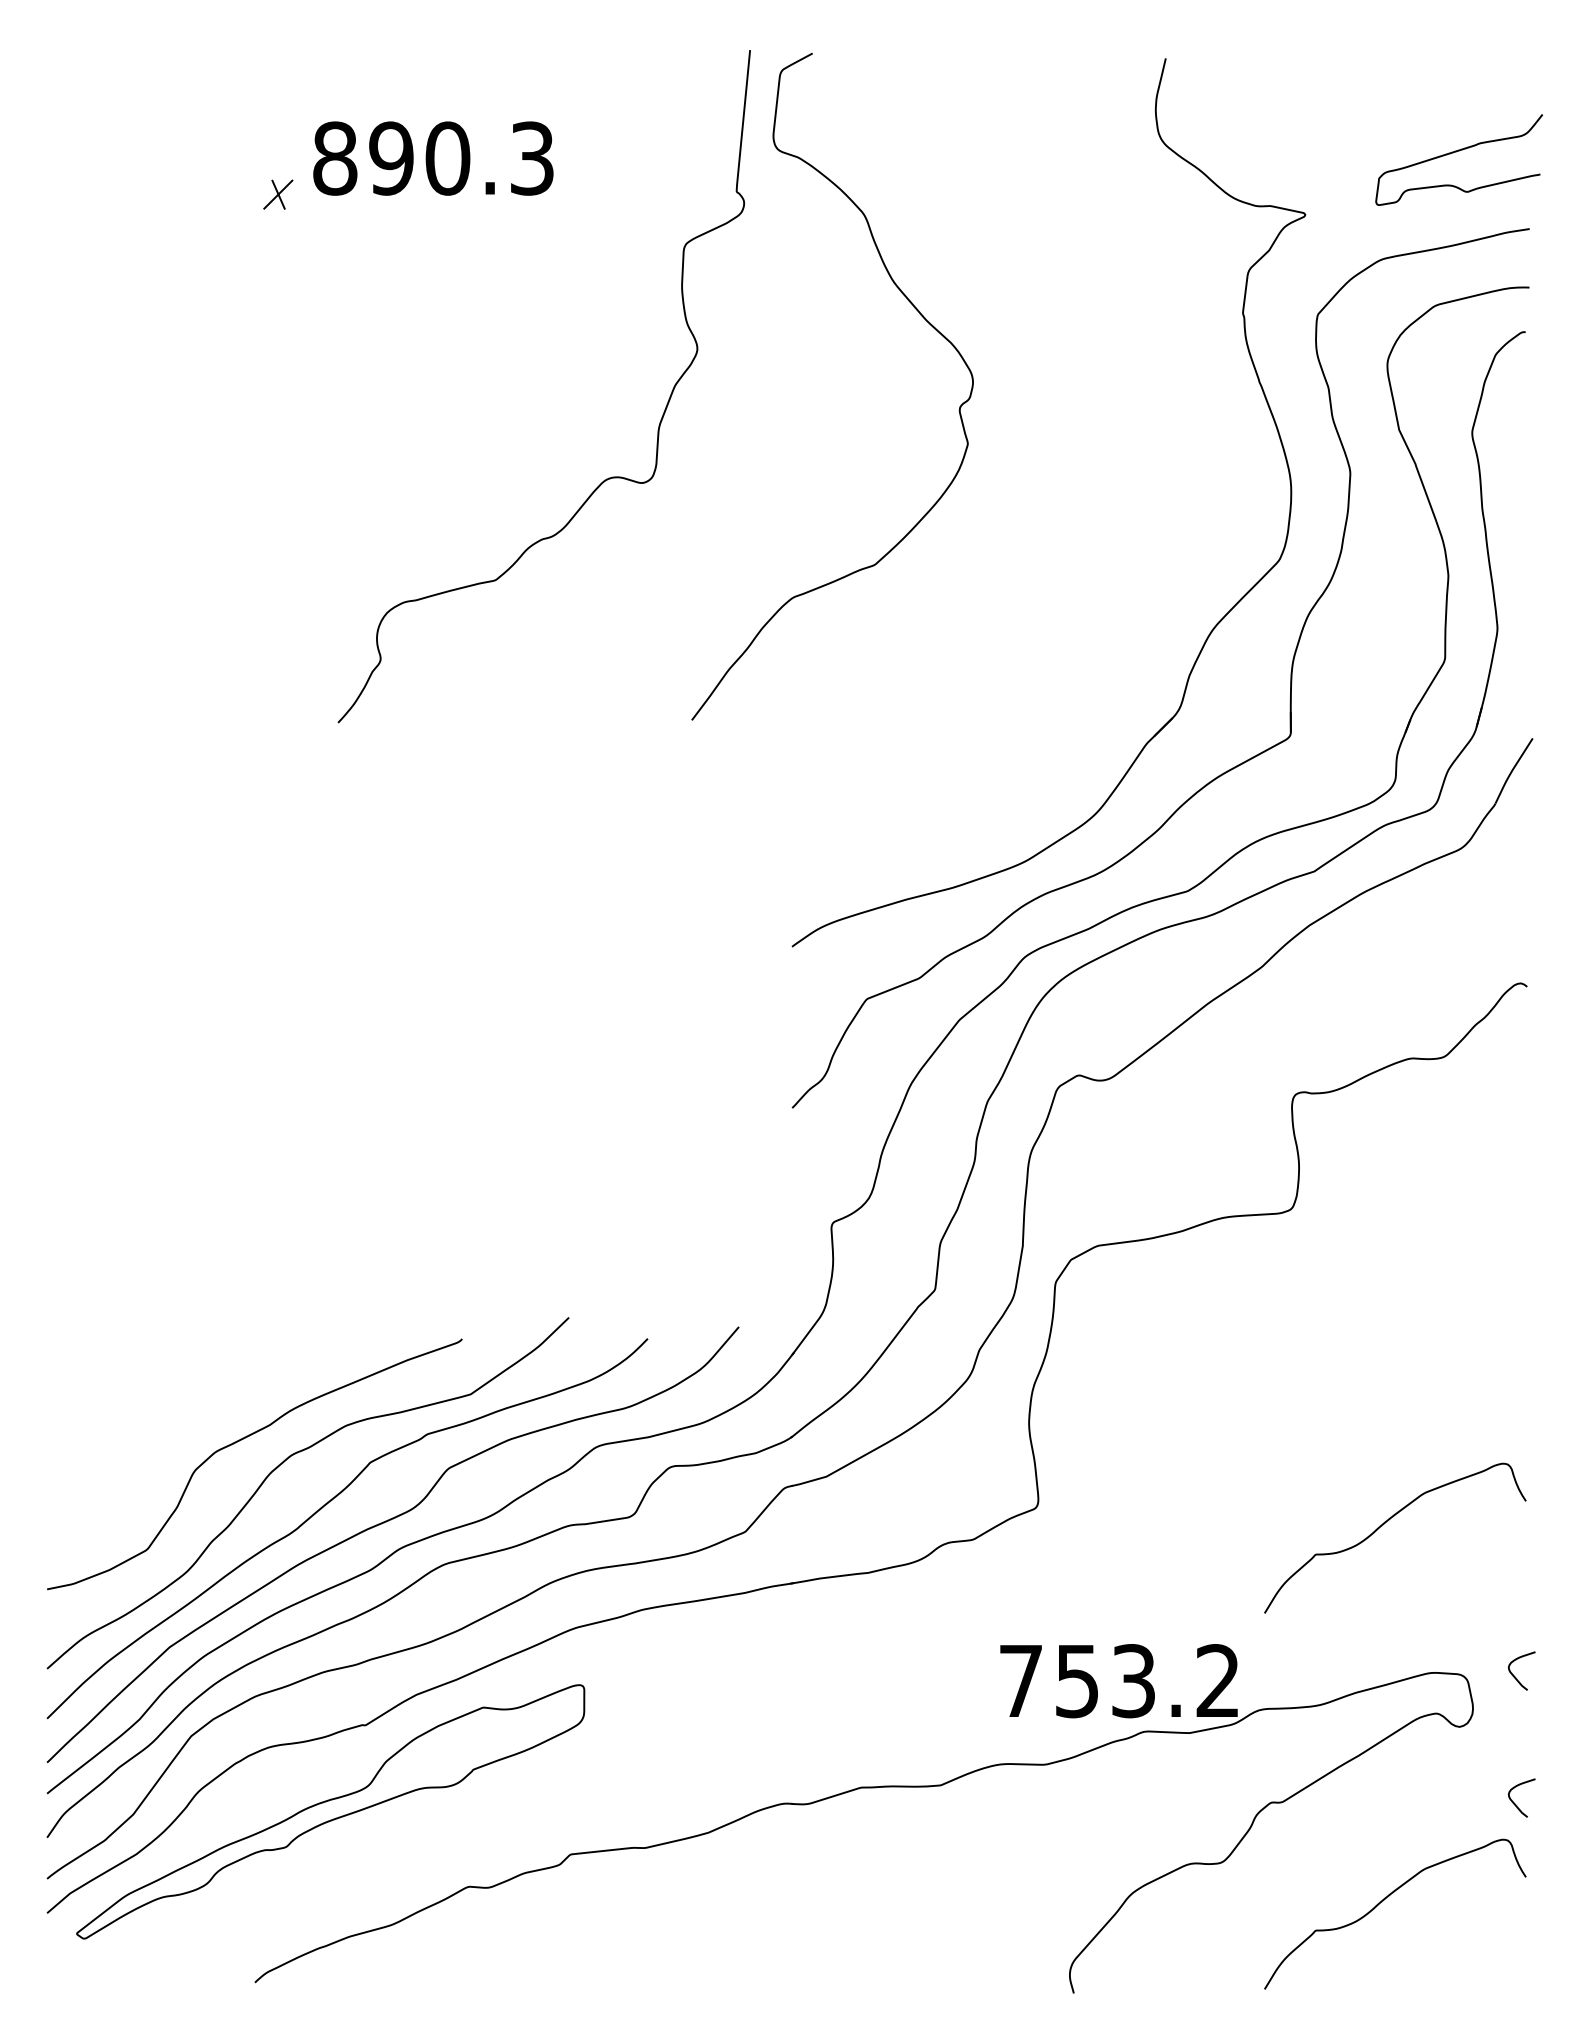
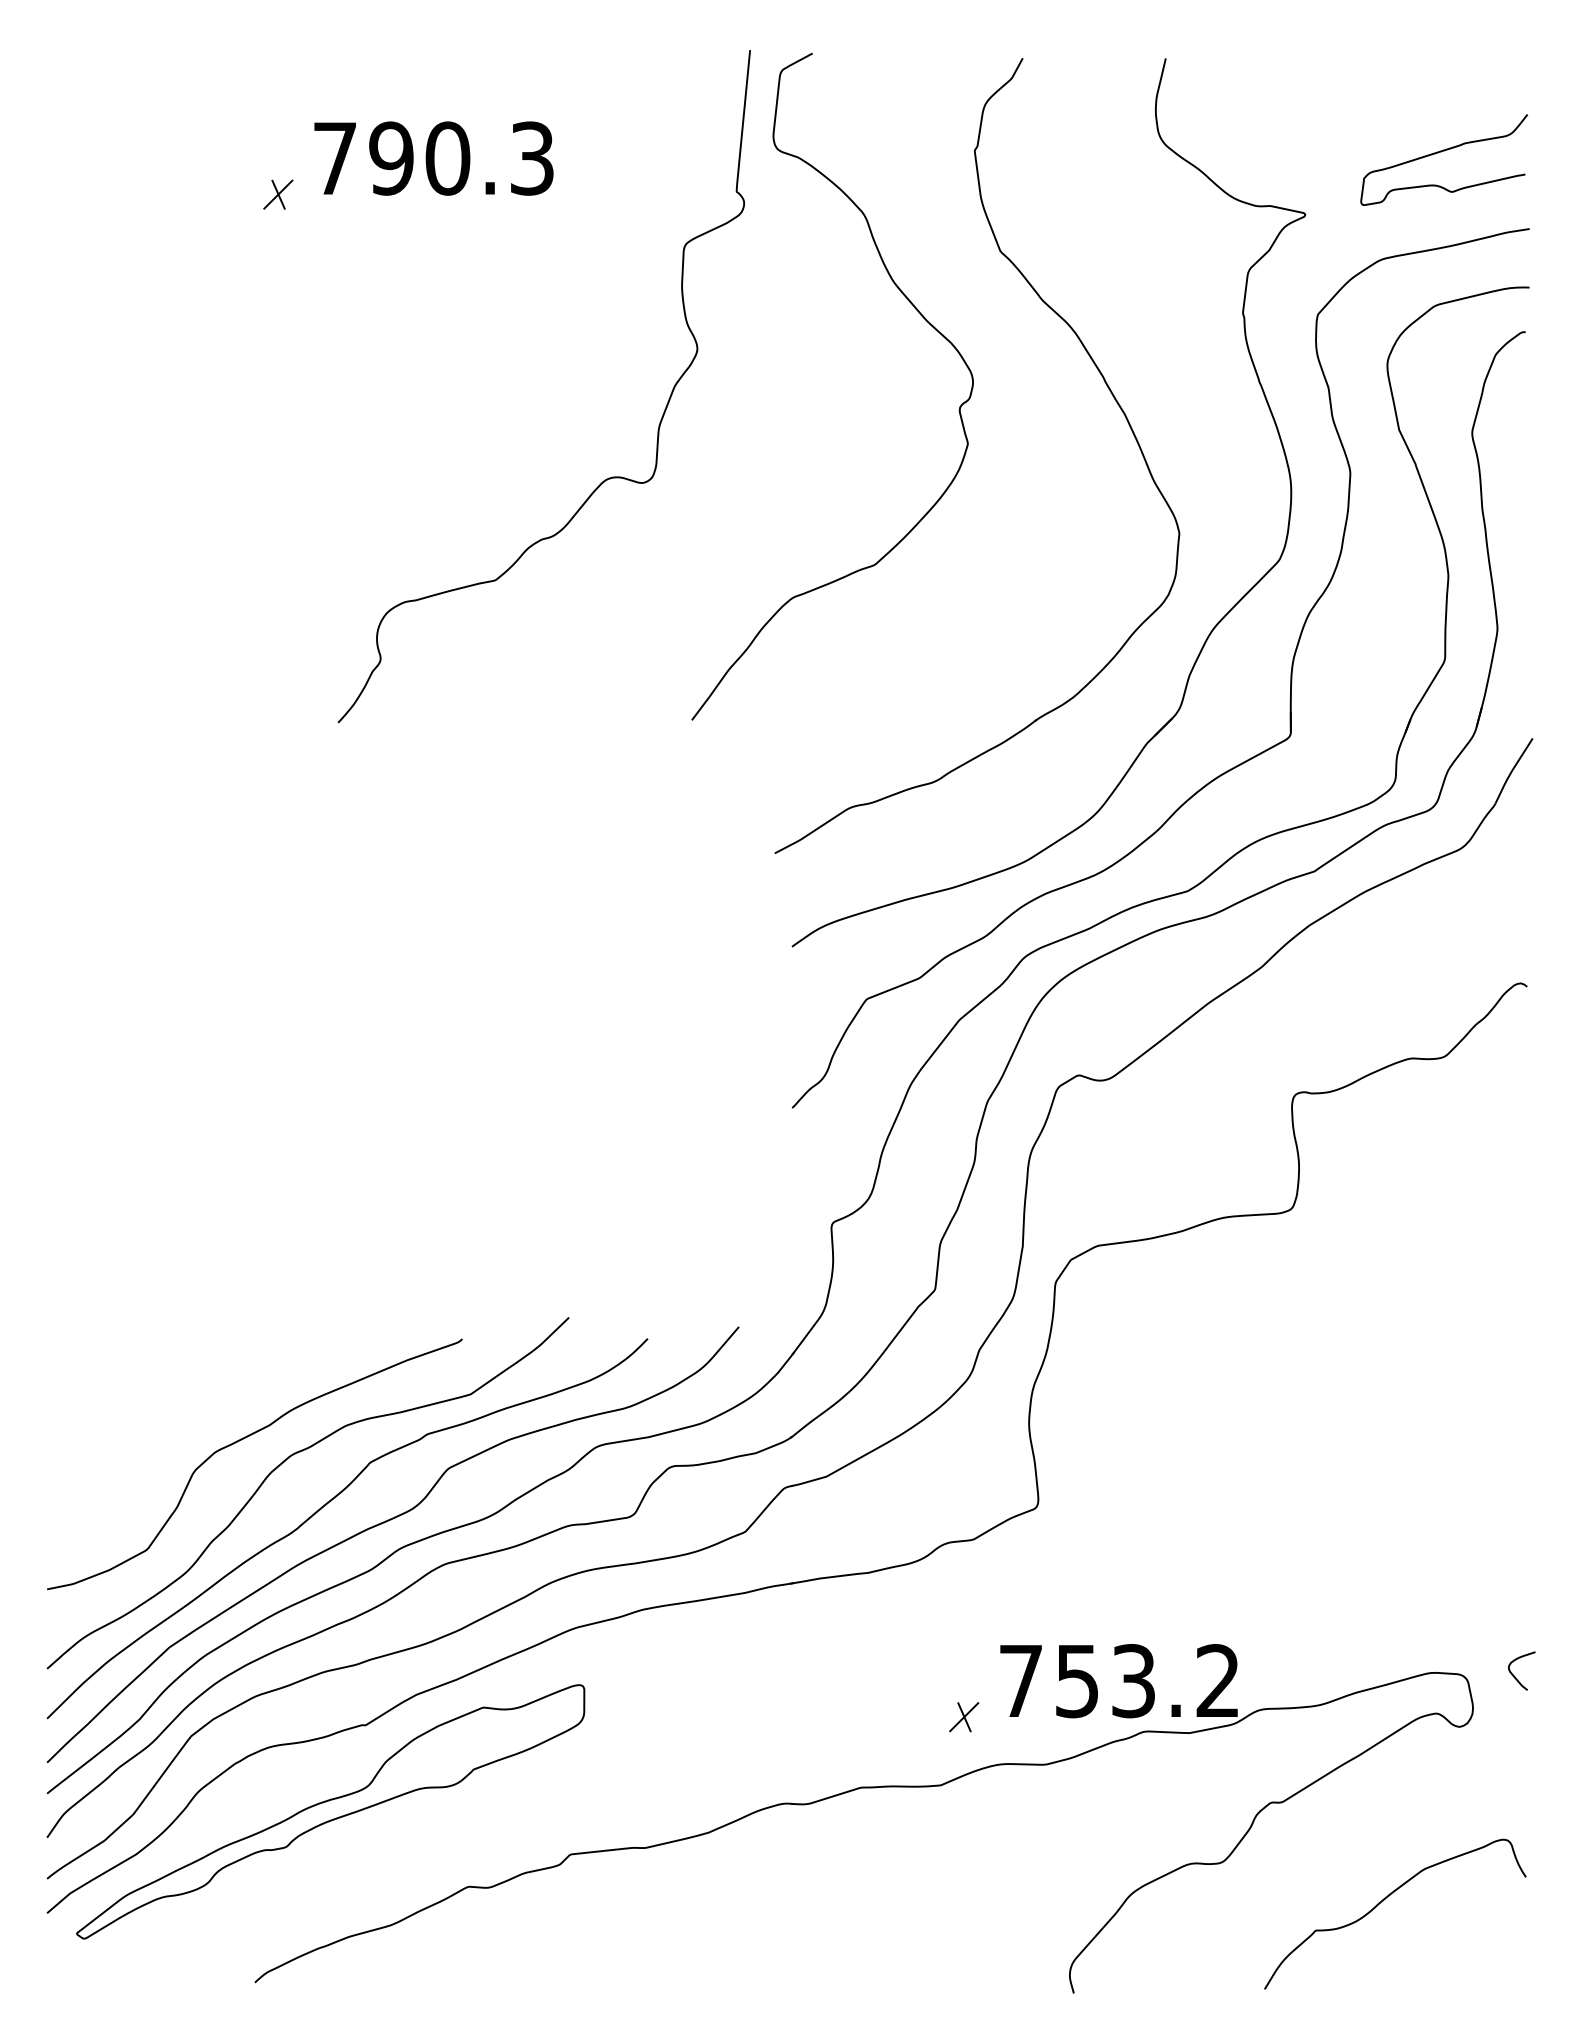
curve at (1456, 152) position: (1456, 152) -> (1441, 152)
text at (335, 158): 890.3 -> 790.3
part at (1105, 384): none -> present
curve at (1383, 1525): present -> none
part at (964, 1717): none -> present
curve at (1515, 1803): present -> none
